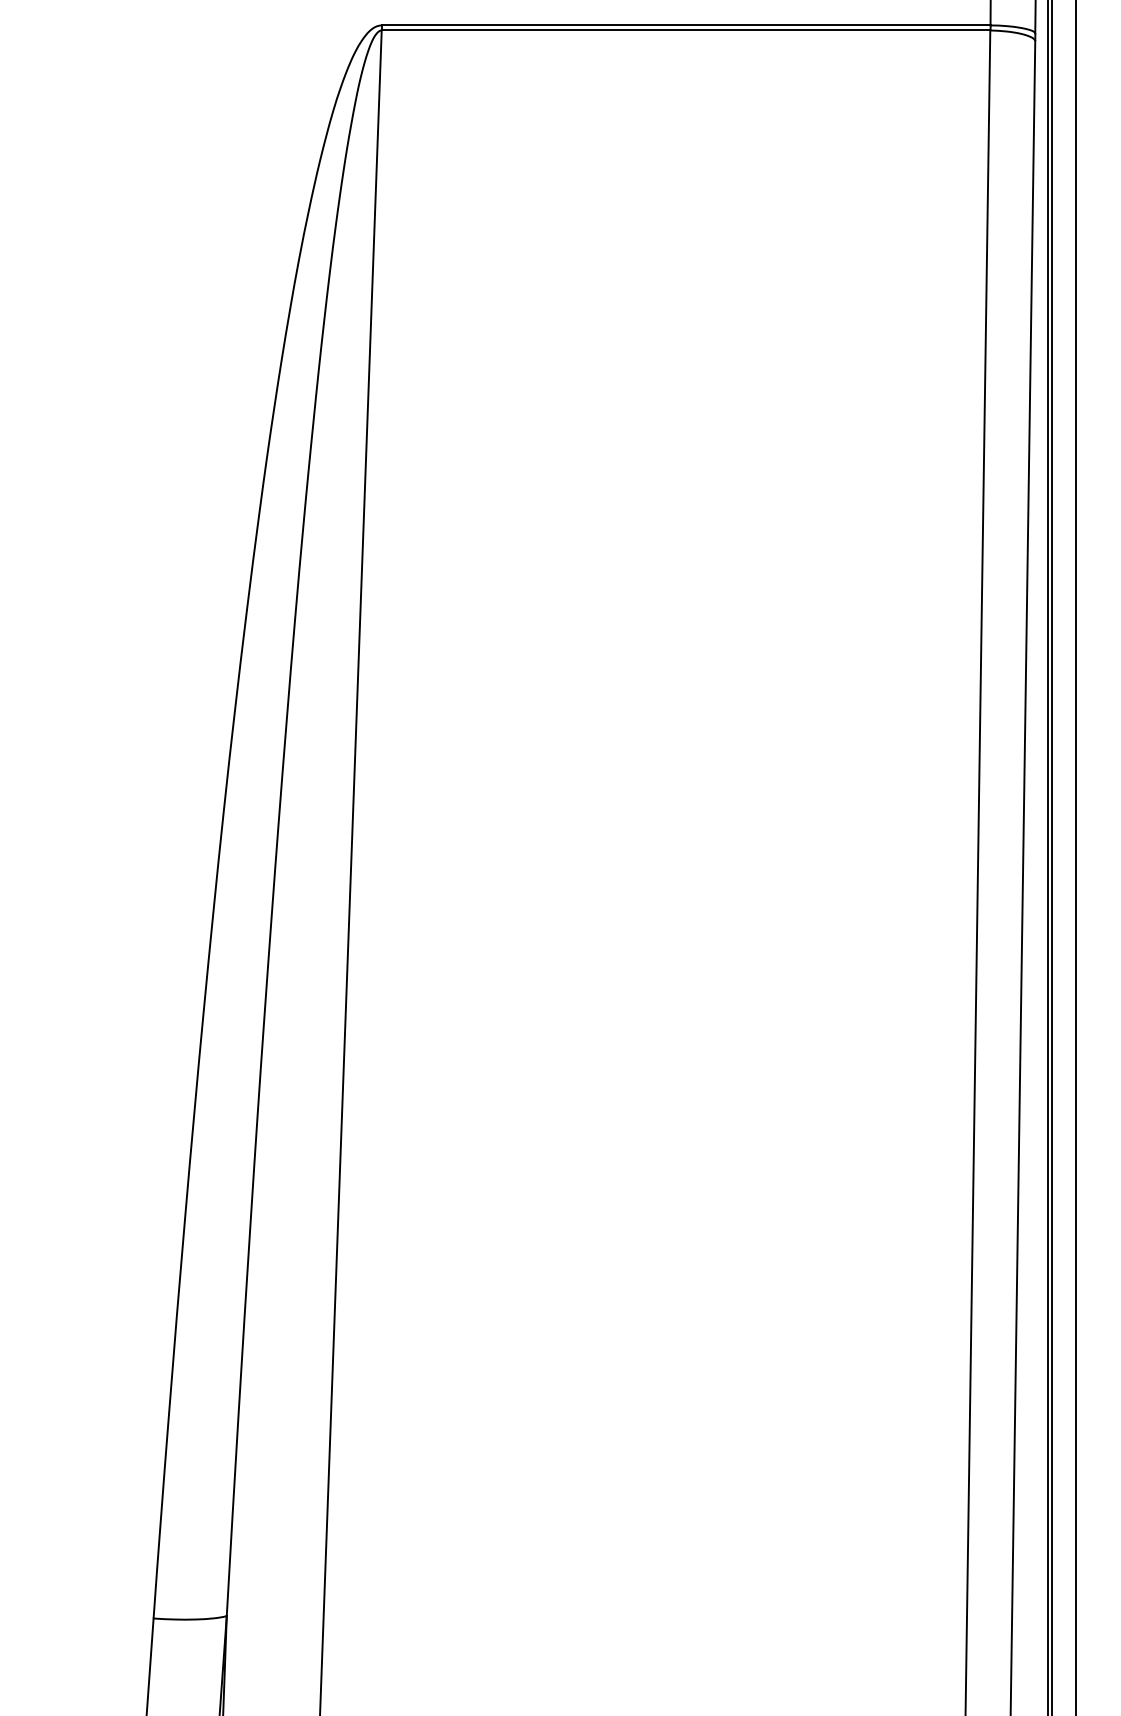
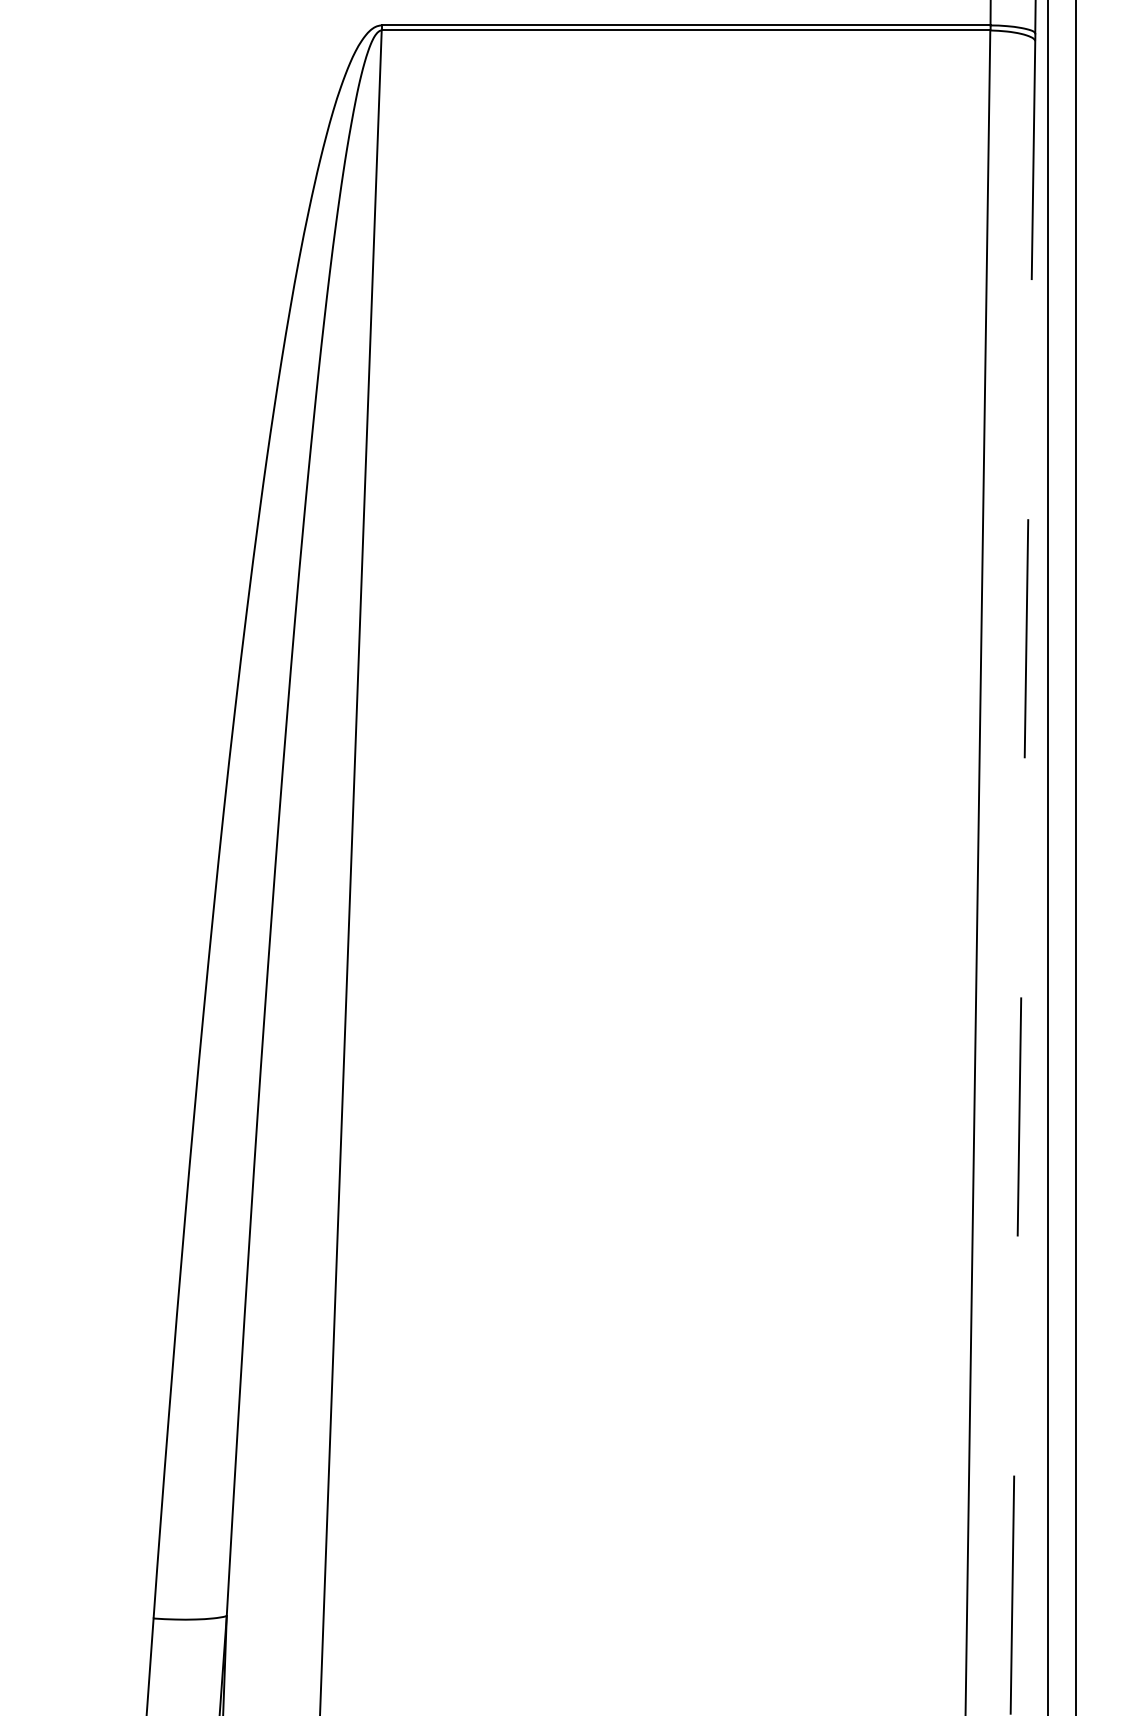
line at (1052, 857): present -> none
line at (1022, 878): solid -> dashed
